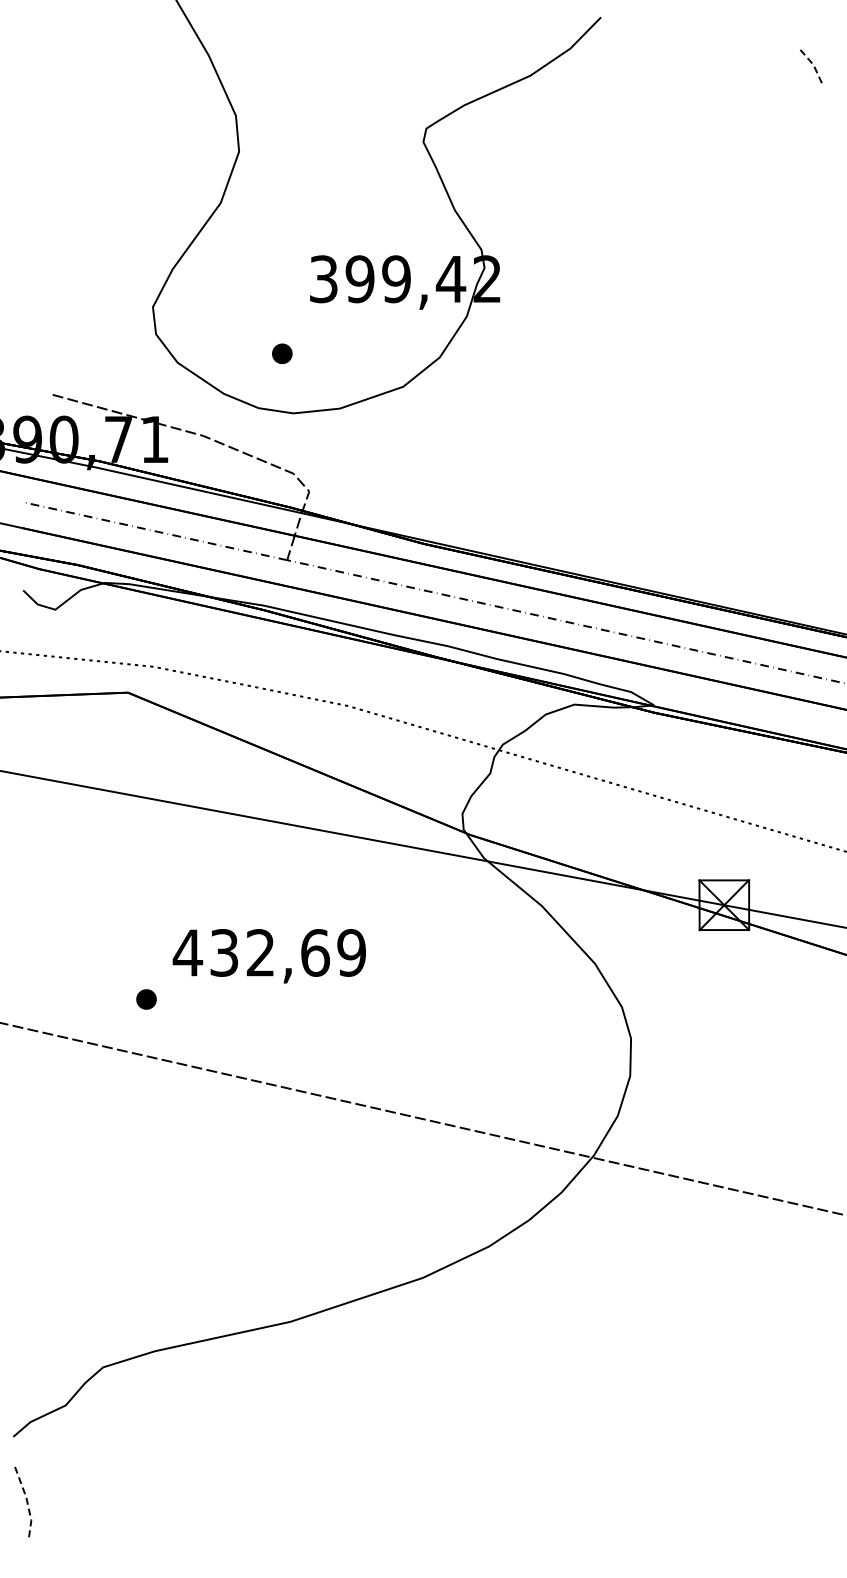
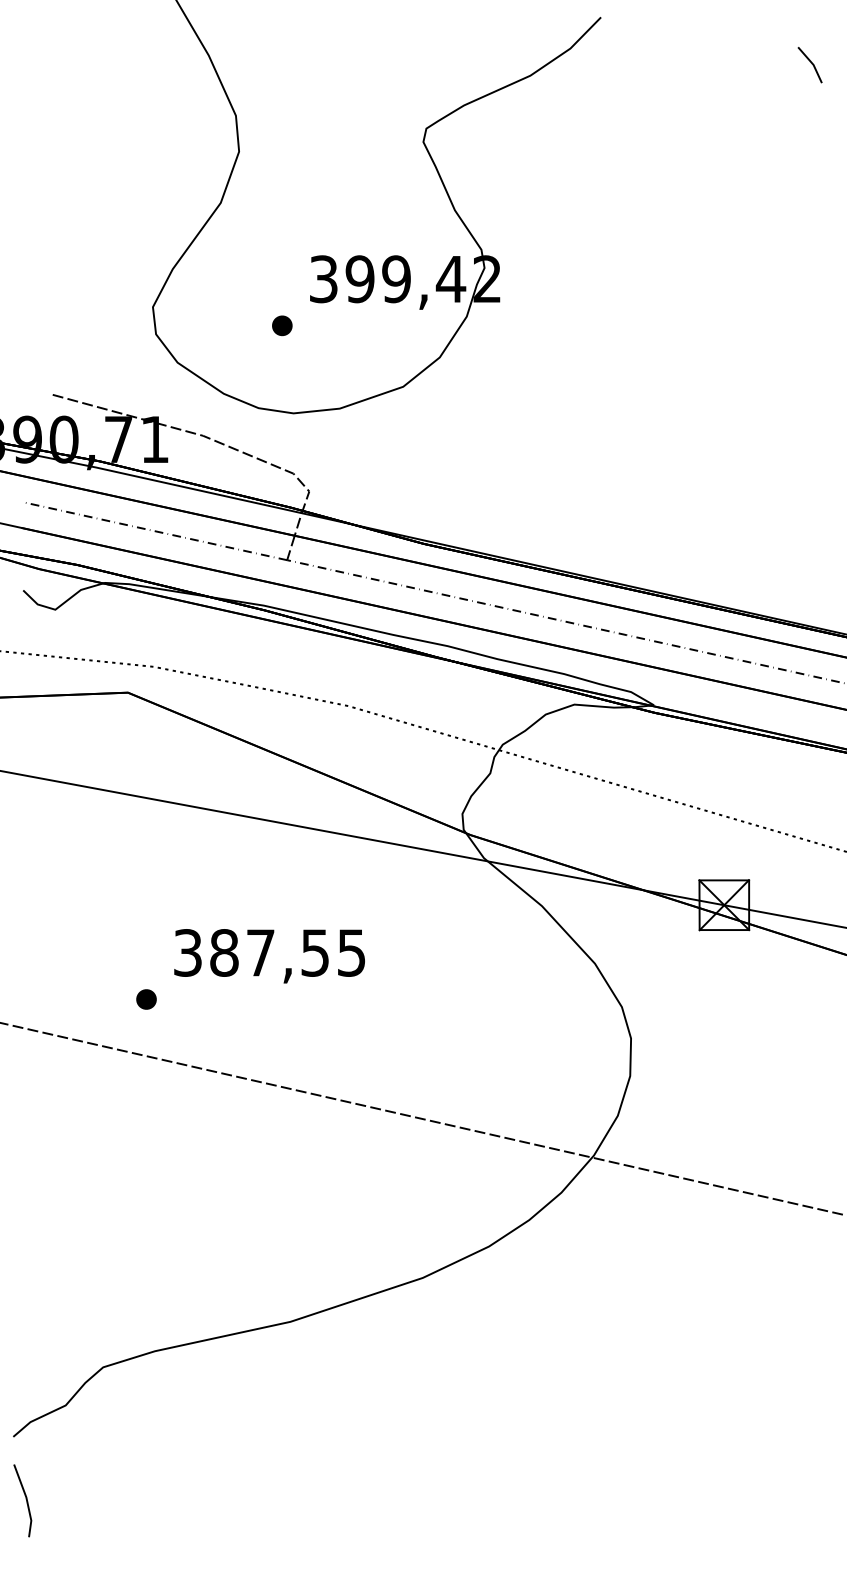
line at (812, 63): dashed -> solid
part at (282, 353) position: (282, 353) -> (282, 325)
text at (268, 952): 432,69 -> 387,55
line at (26, 1499): dashed -> solid
